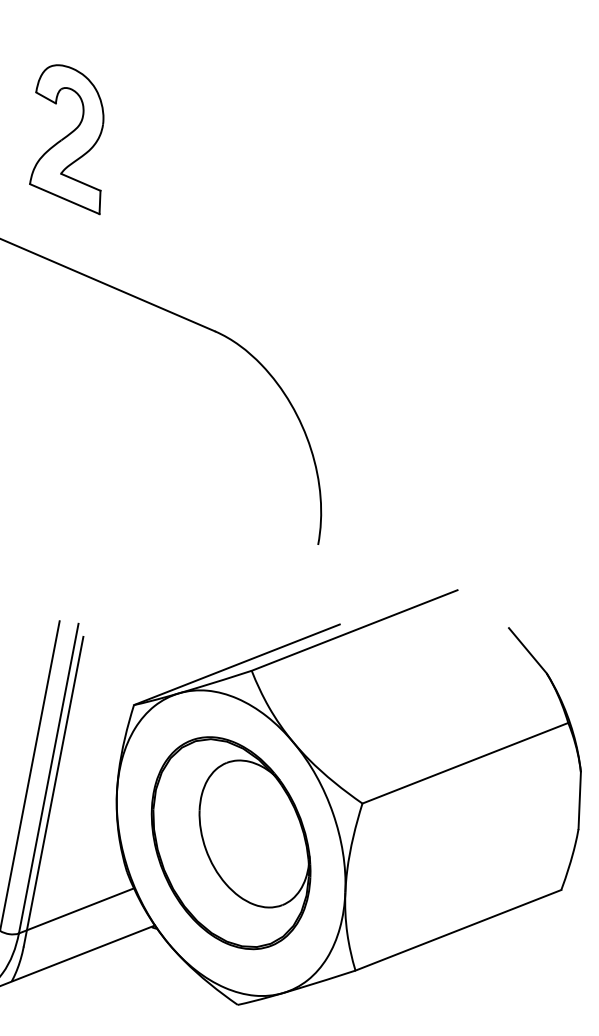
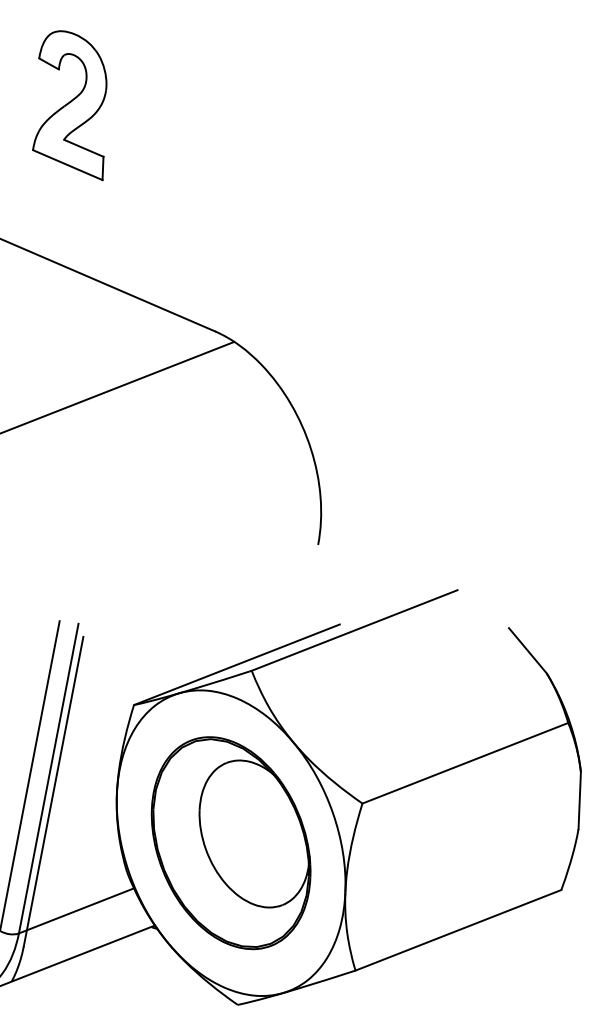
part at (66, 139) position: (66, 139) -> (69, 105)
line at (118, 386): none -> present
